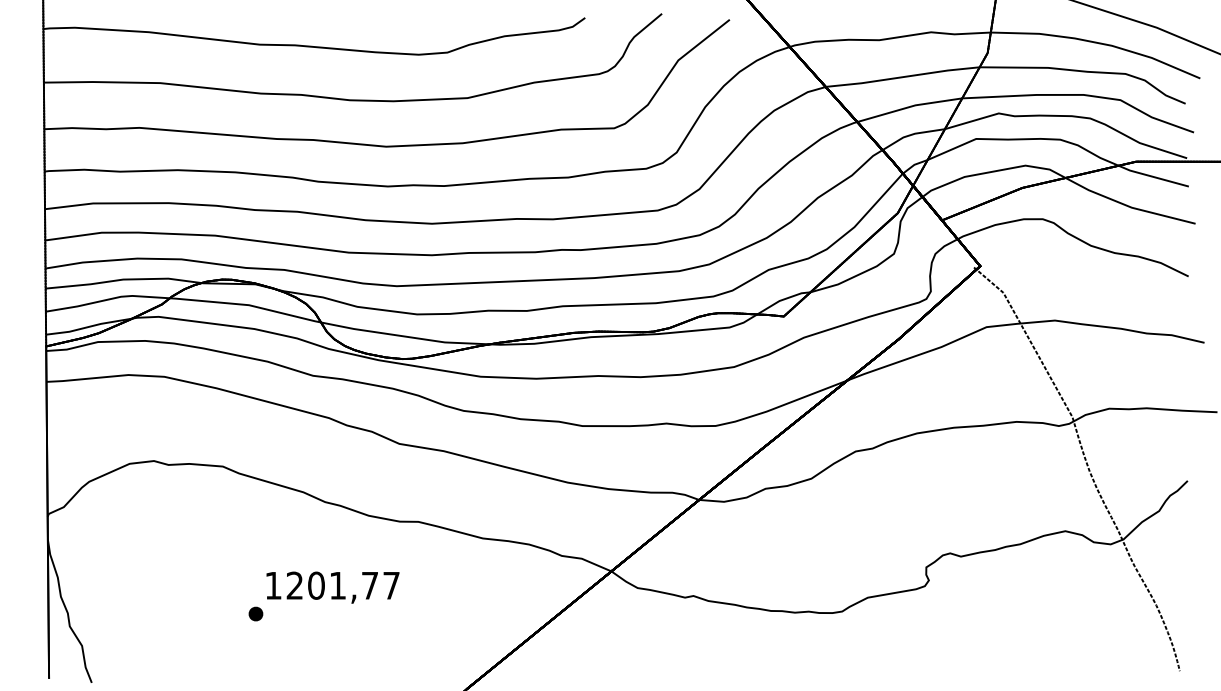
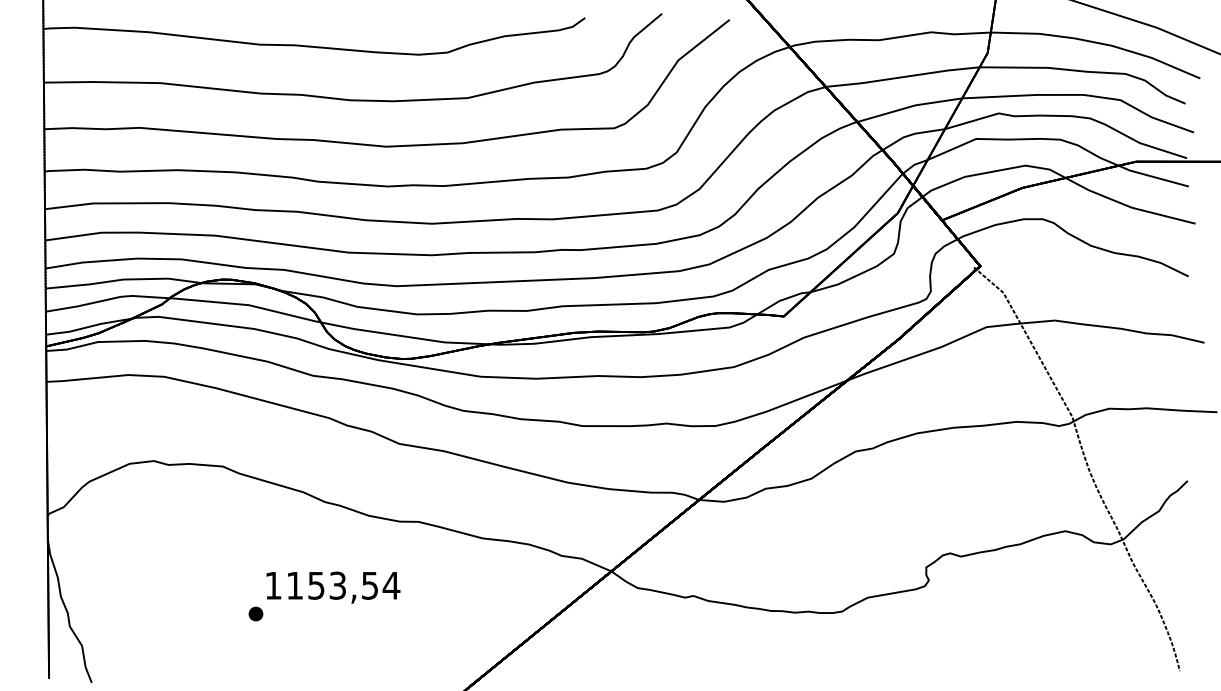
text at (343, 585): 1201,77 -> 1153,54
